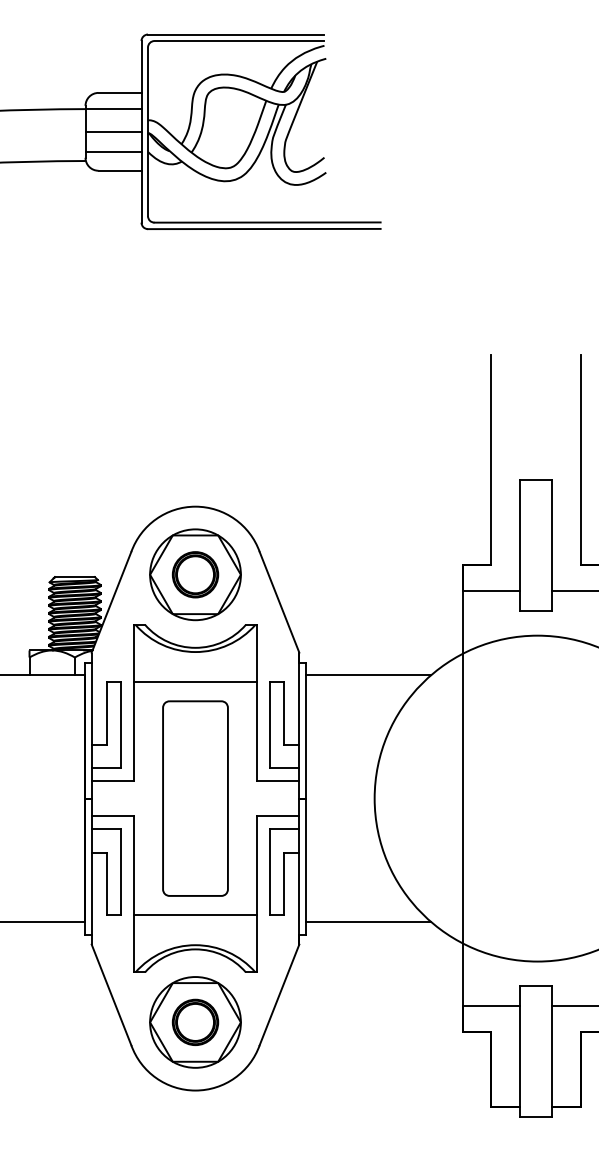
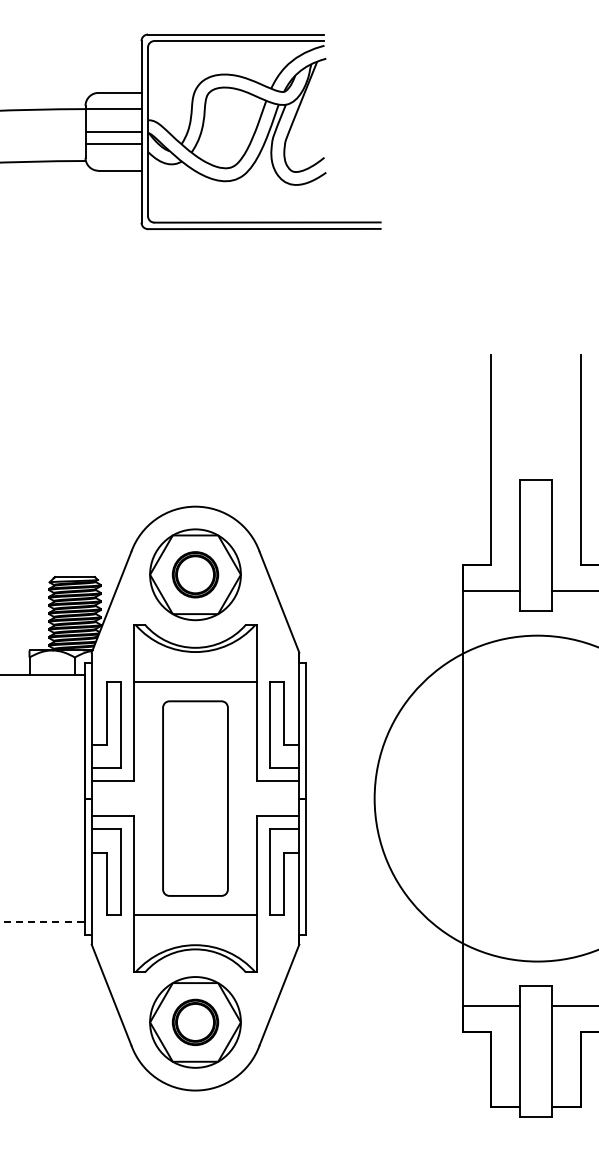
line at (113, 152) position: (113, 152) -> (113, 144)
line at (368, 675): present -> none
line at (43, 921): solid -> dashed
line at (368, 921): present -> none
